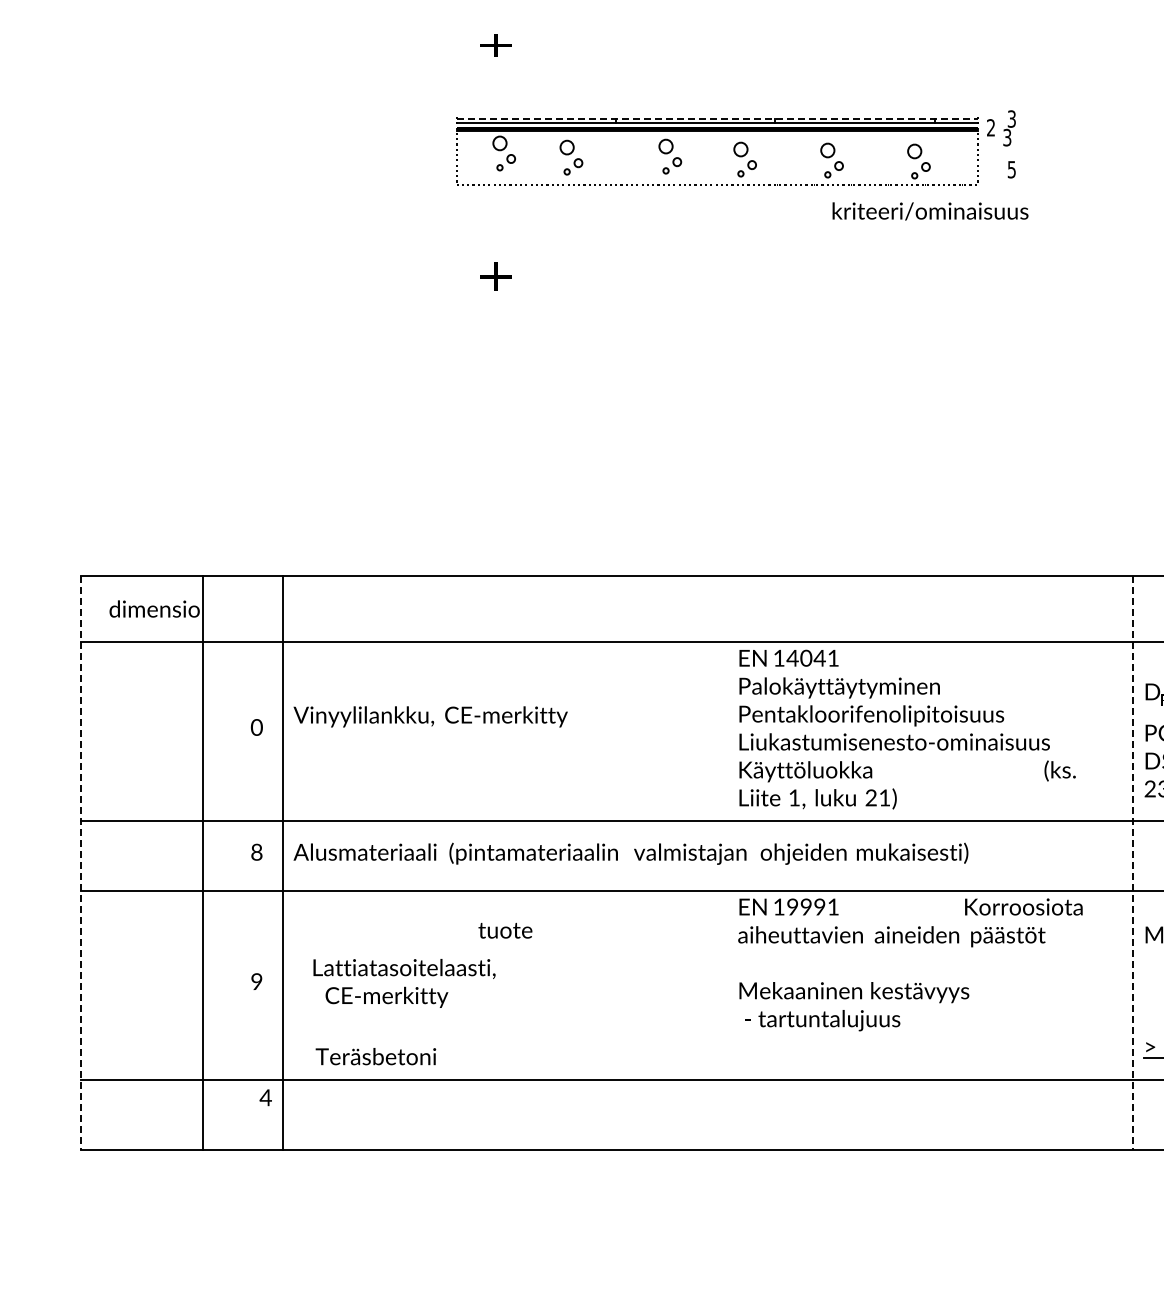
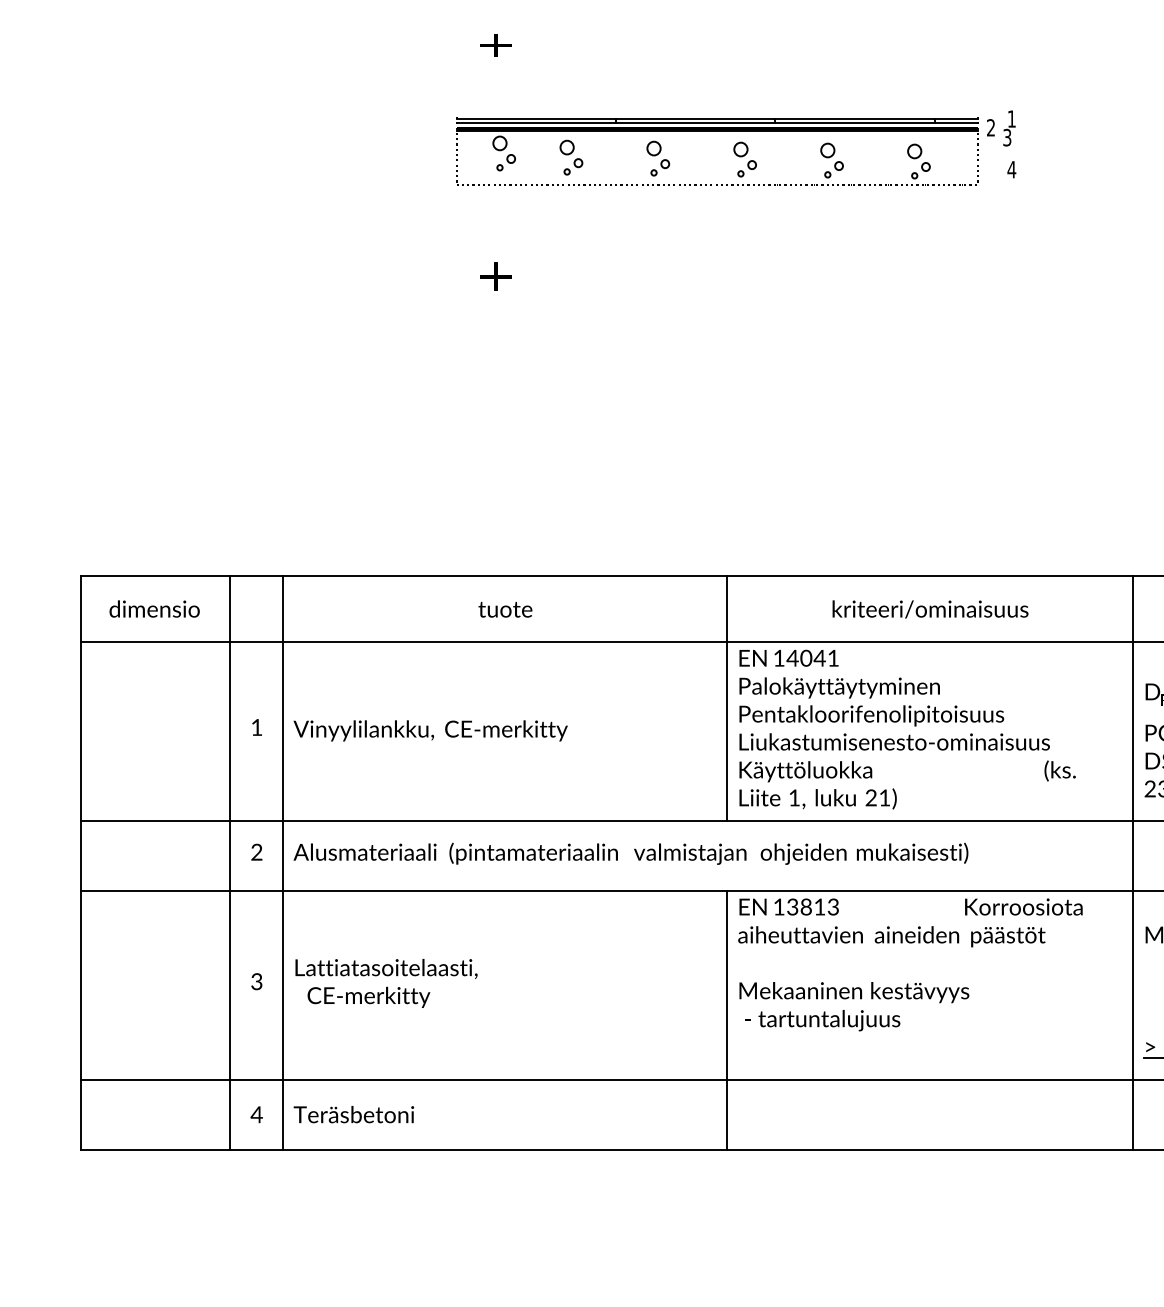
line at (717, 118): dashed -> solid
text at (1011, 118): 3 -> 1
part at (670, 156) position: (670, 156) -> (658, 158)
text at (1011, 169): 5 -> 4
text at (930, 211) position: (930, 211) -> (930, 609)
line at (727, 697): none -> present
text at (430, 716) position: (430, 716) -> (430, 730)
text at (256, 727): 0 -> 1
text at (256, 852): 8 -> 2
line at (203, 862) position: (203, 862) -> (230, 862)
line at (80, 863): dashed -> solid
line at (1133, 863): dashed -> solid
text at (812, 906): 19991 -> 13813
text at (505, 930) position: (505, 930) -> (505, 609)
text at (256, 981): 9 -> 3
text at (404, 983) position: (404, 983) -> (386, 983)
line at (727, 1020): none -> present
text at (375, 1056) position: (375, 1056) -> (353, 1114)
text at (265, 1097) position: (265, 1097) -> (256, 1114)
